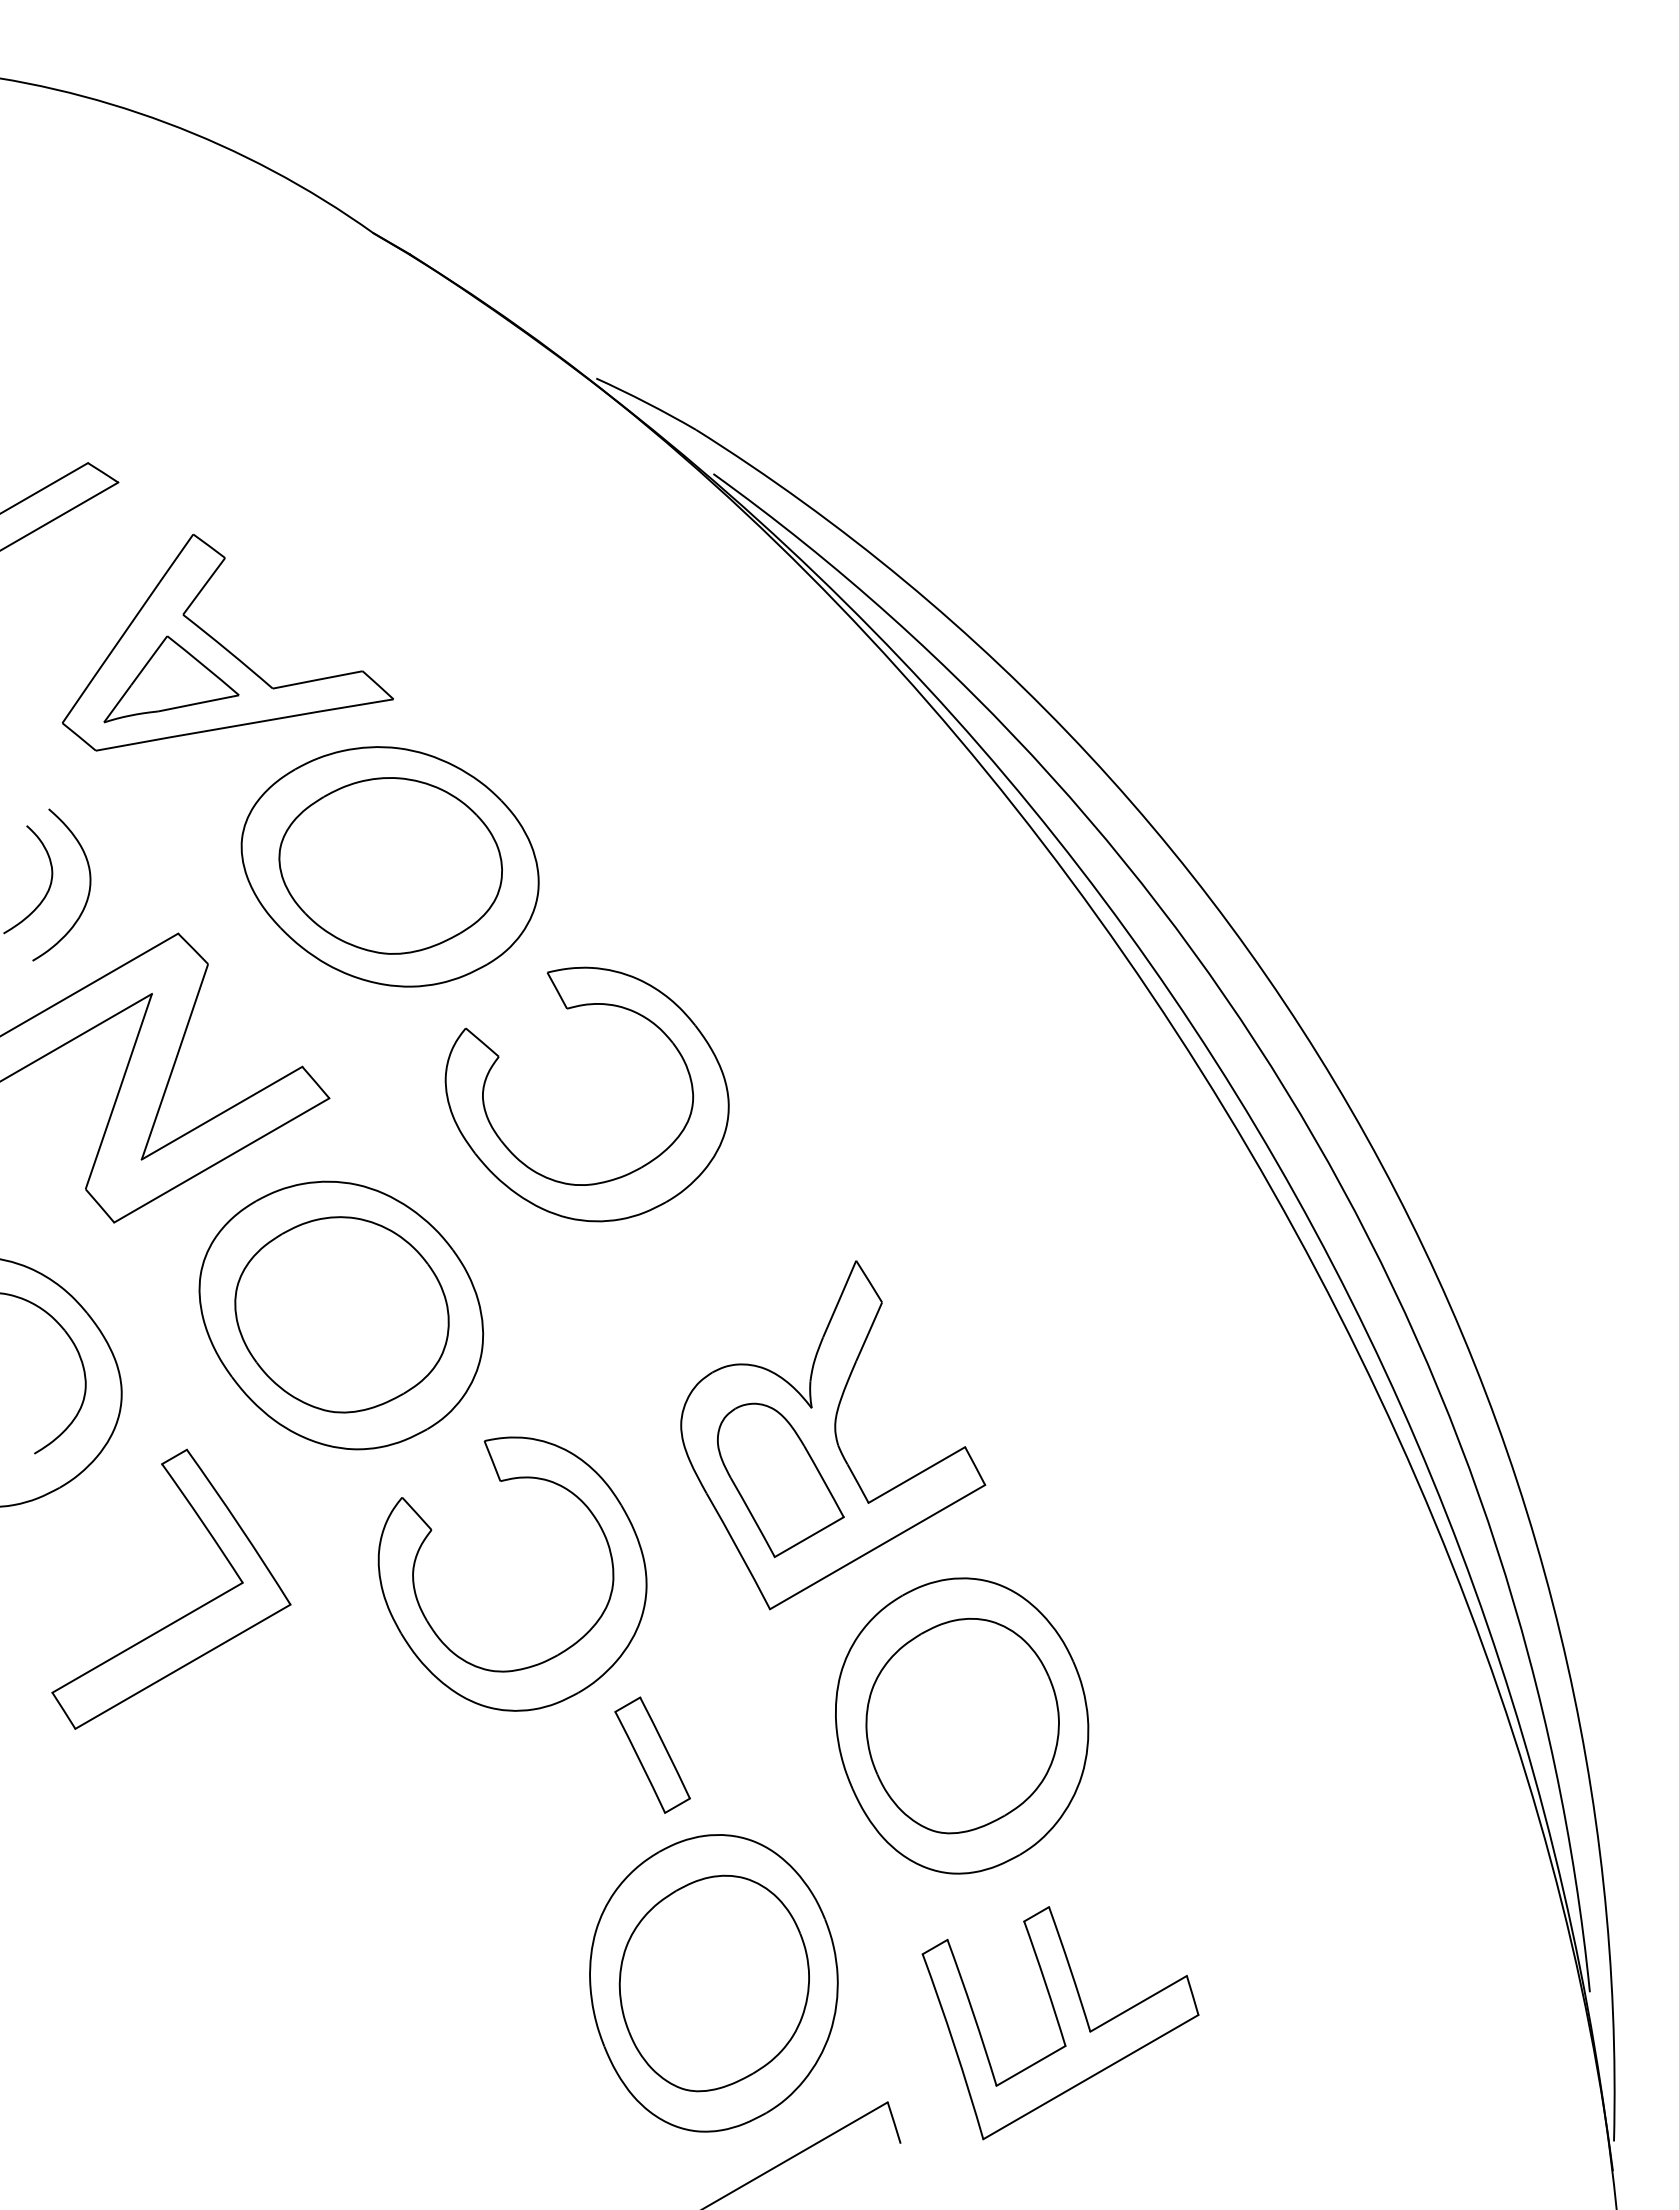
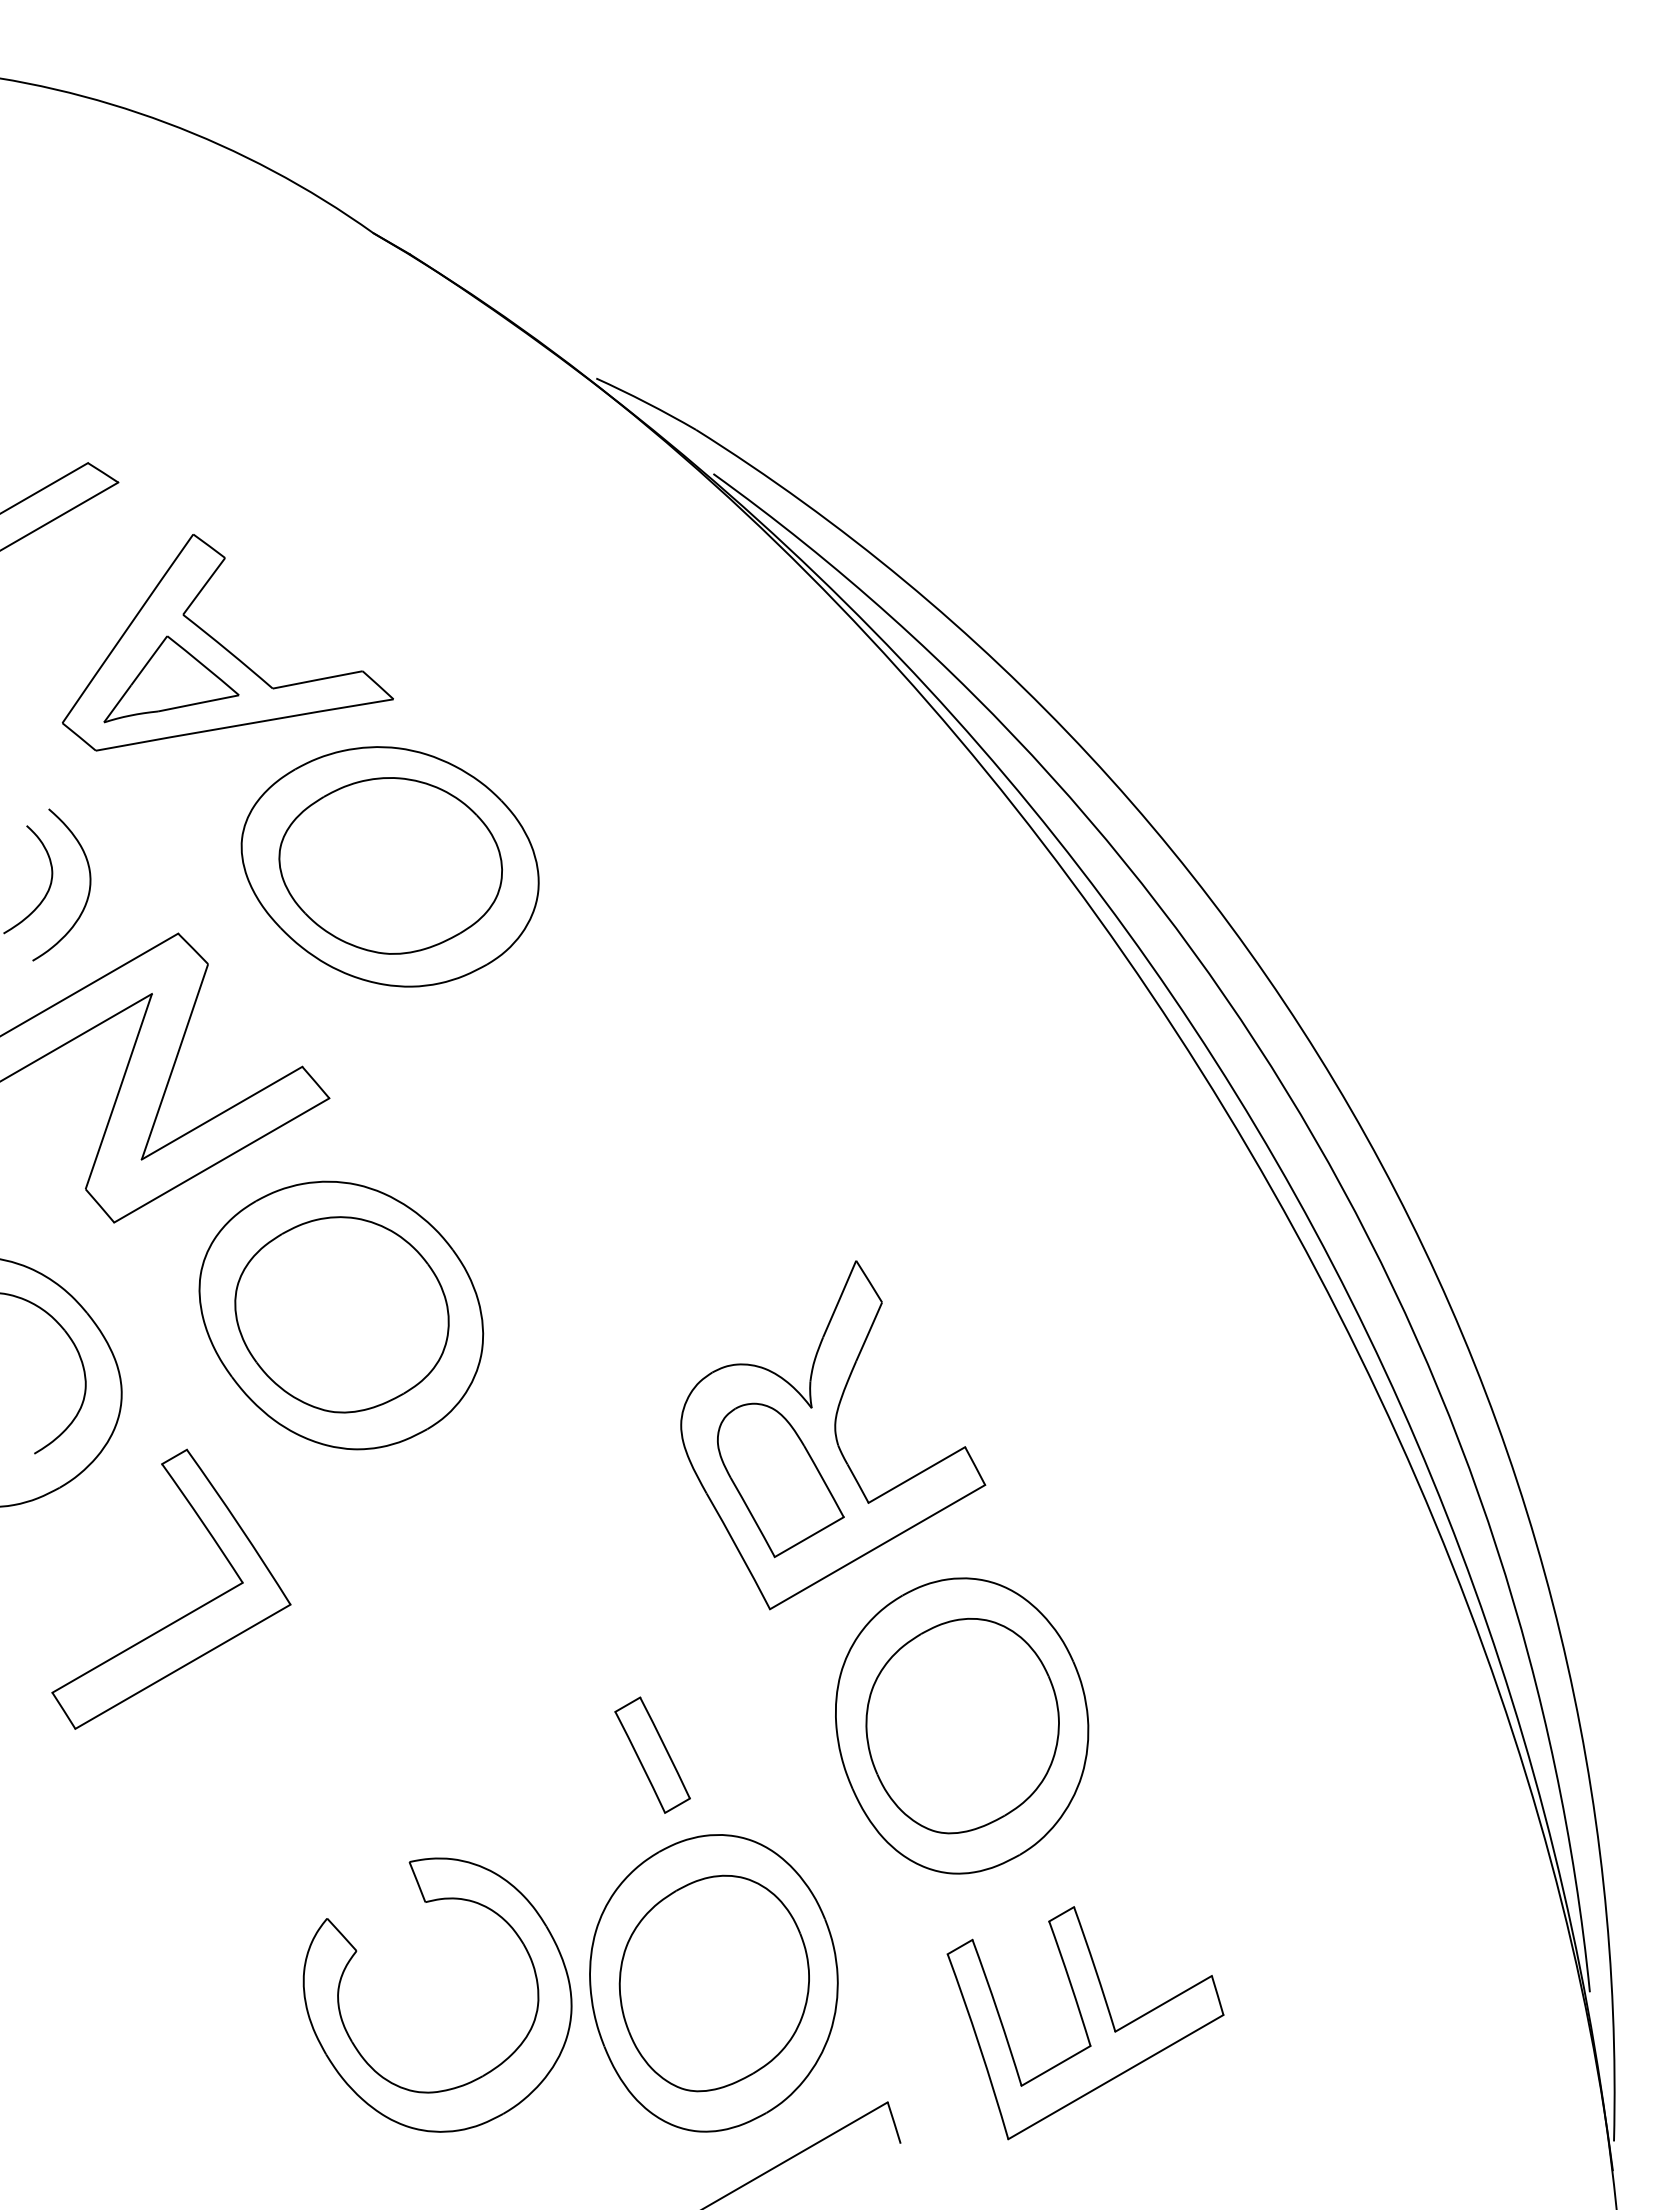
part at (568, 1009): present -> none
part at (432, 1530) position: (432, 1530) -> (357, 1951)
part at (1060, 2023) position: (1060, 2023) -> (1085, 2023)
